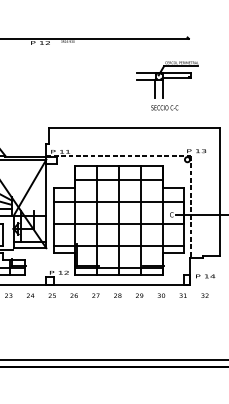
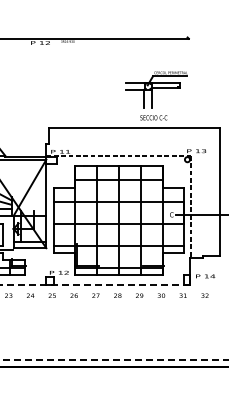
part at (167, 85) position: (167, 85) -> (156, 95)
line at (95, 285): solid -> dashed
line at (114, 360): solid -> dashed
